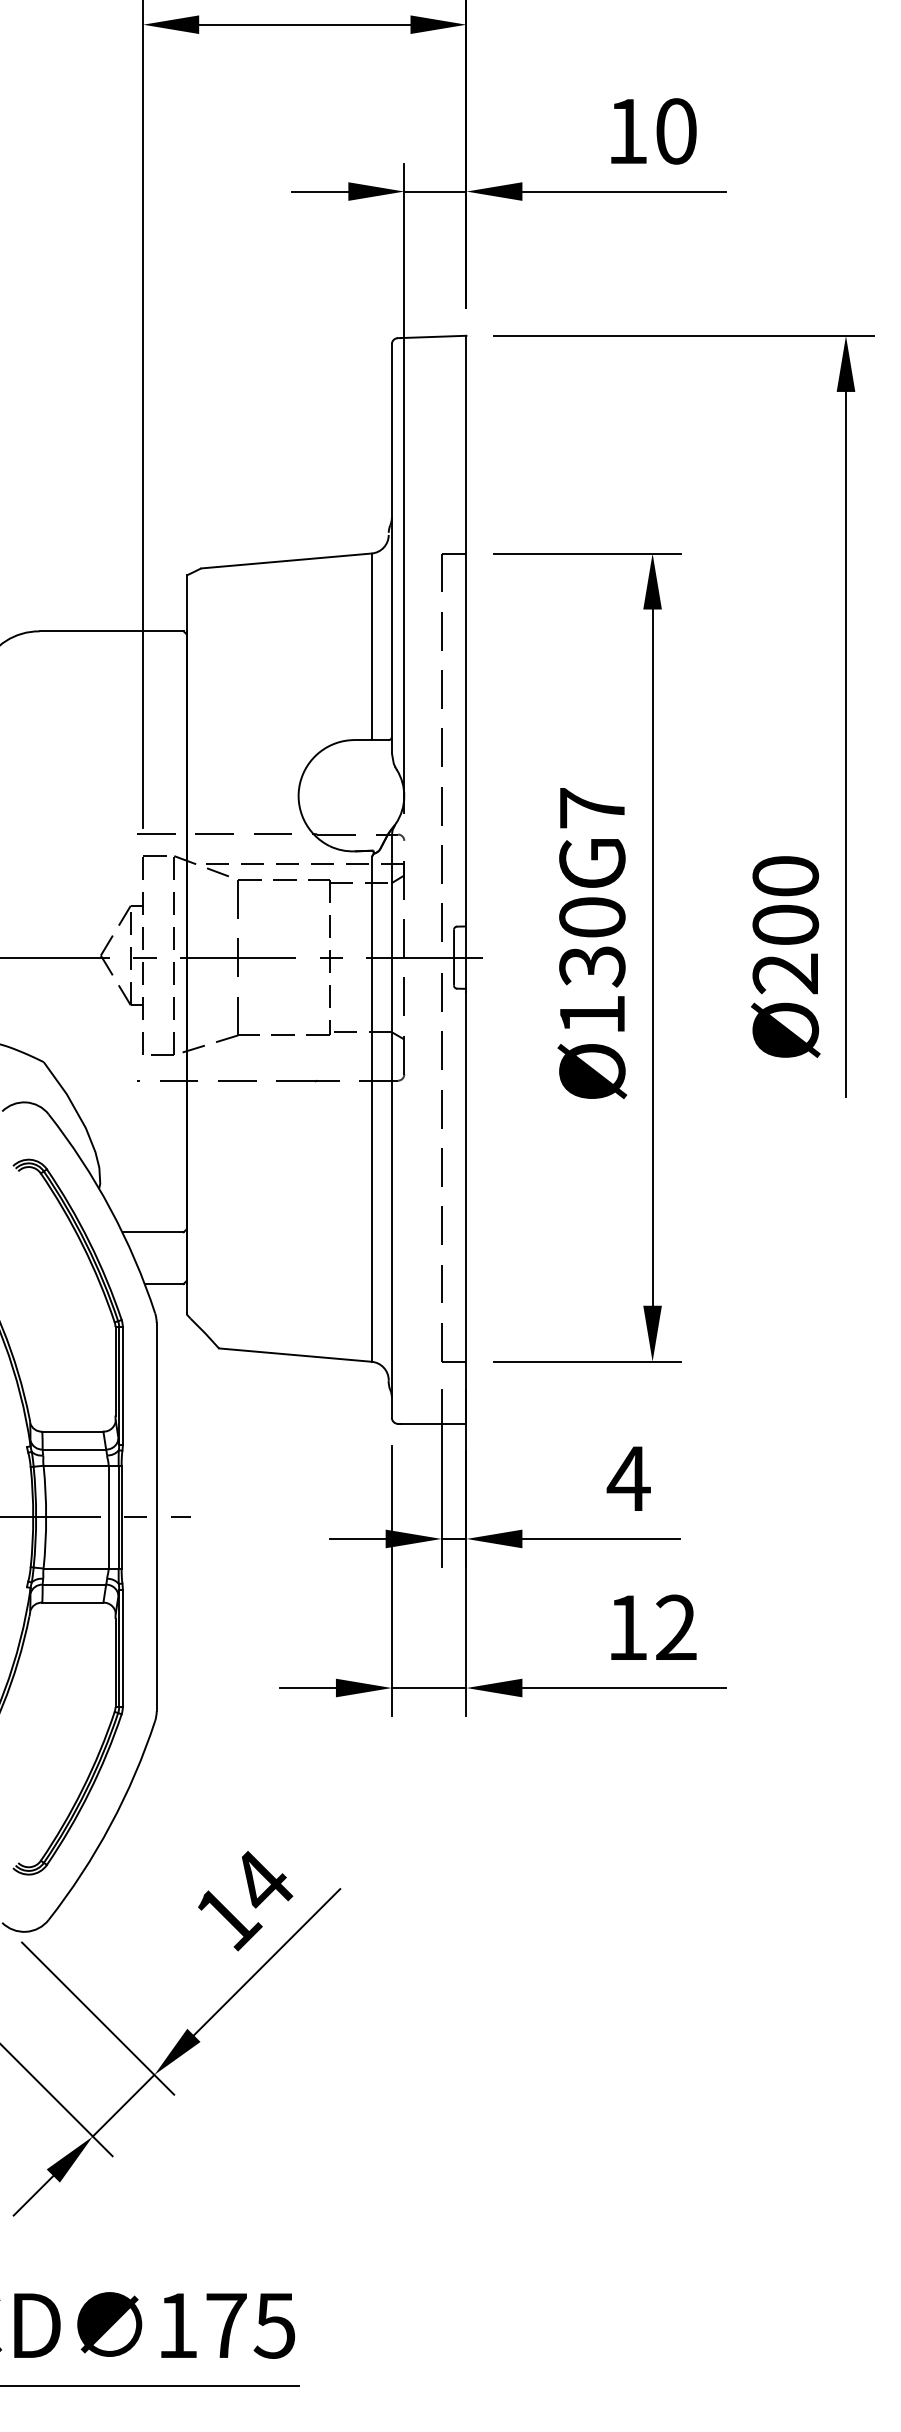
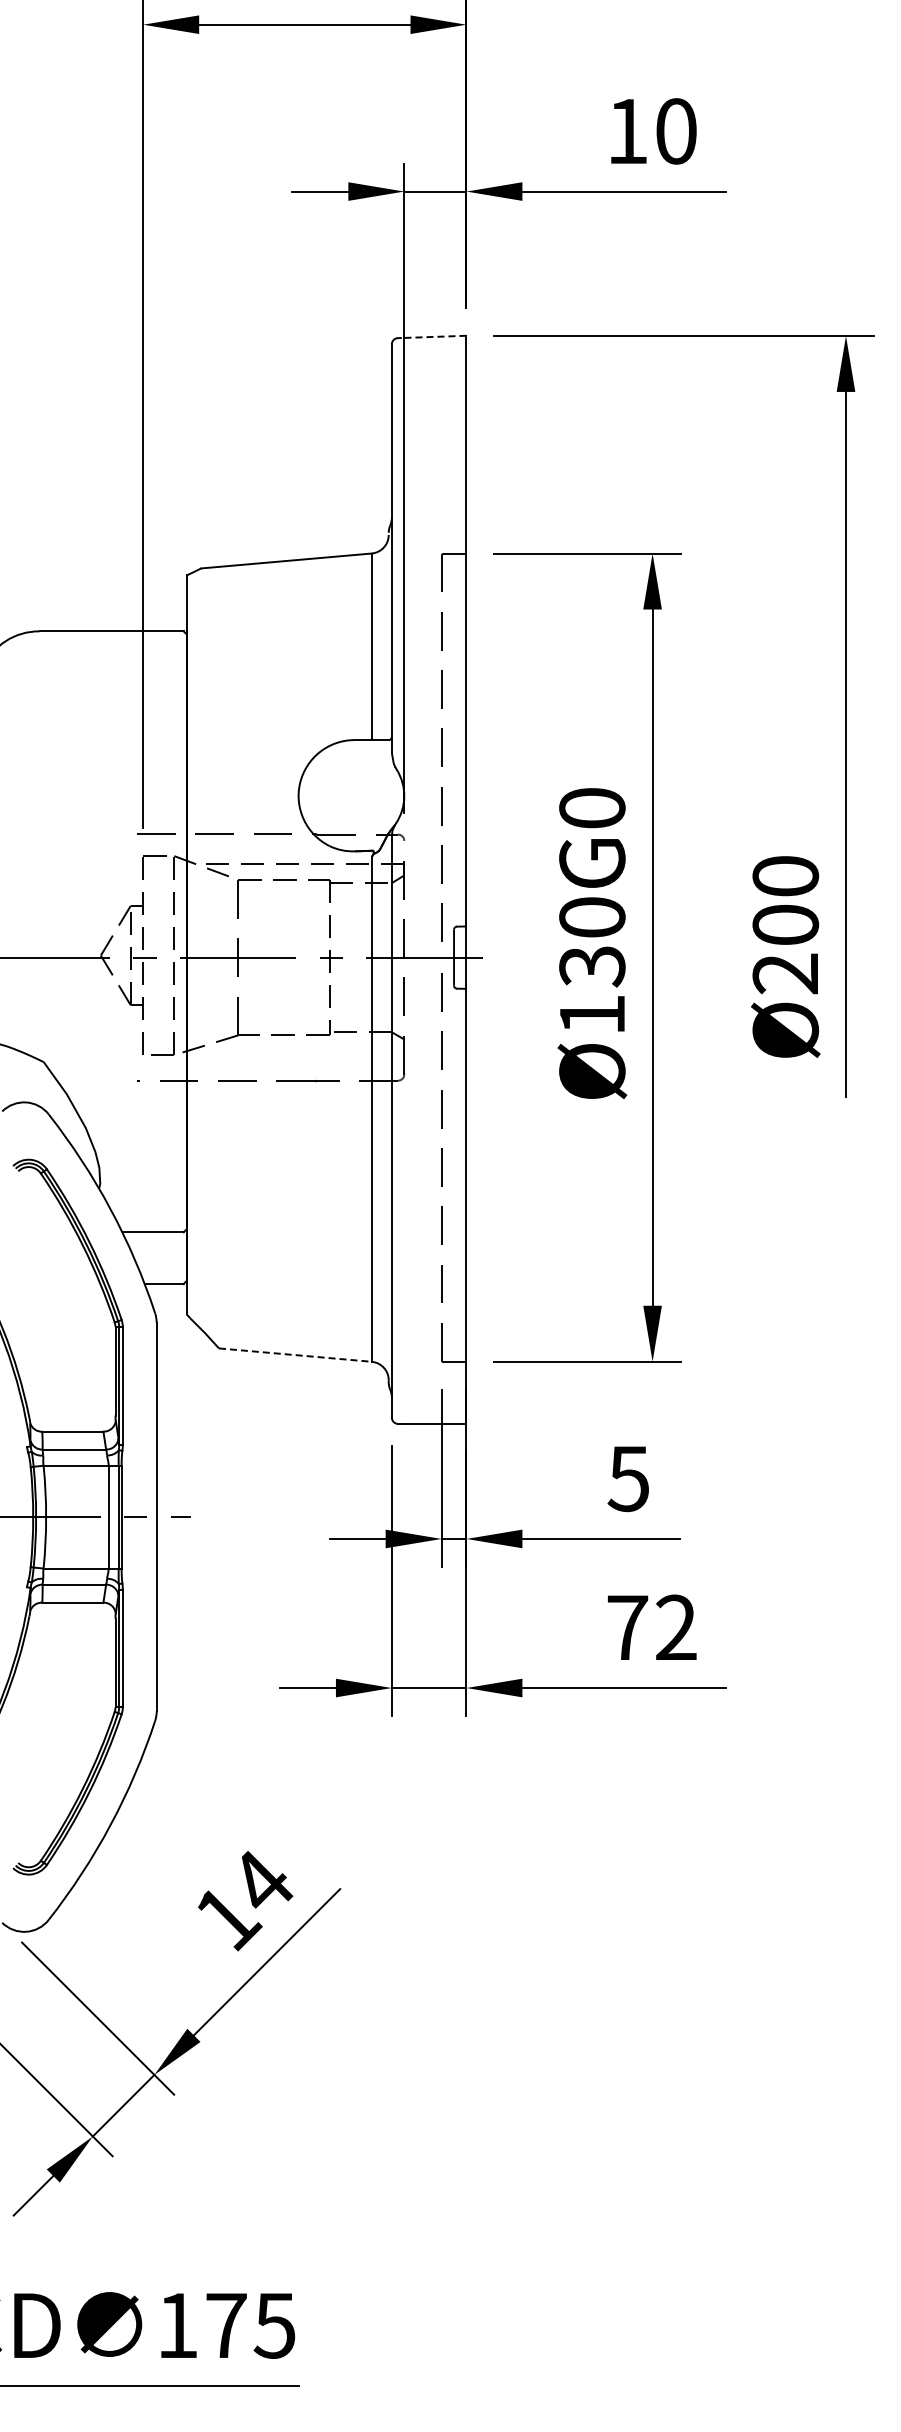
line at (433, 336): solid -> dashed
text at (592, 808): Ø130G7 -> Ø130G0
line at (295, 1355): solid -> dashed
text at (628, 1479): 4 -> 5
text at (627, 1627): 12 -> 72
